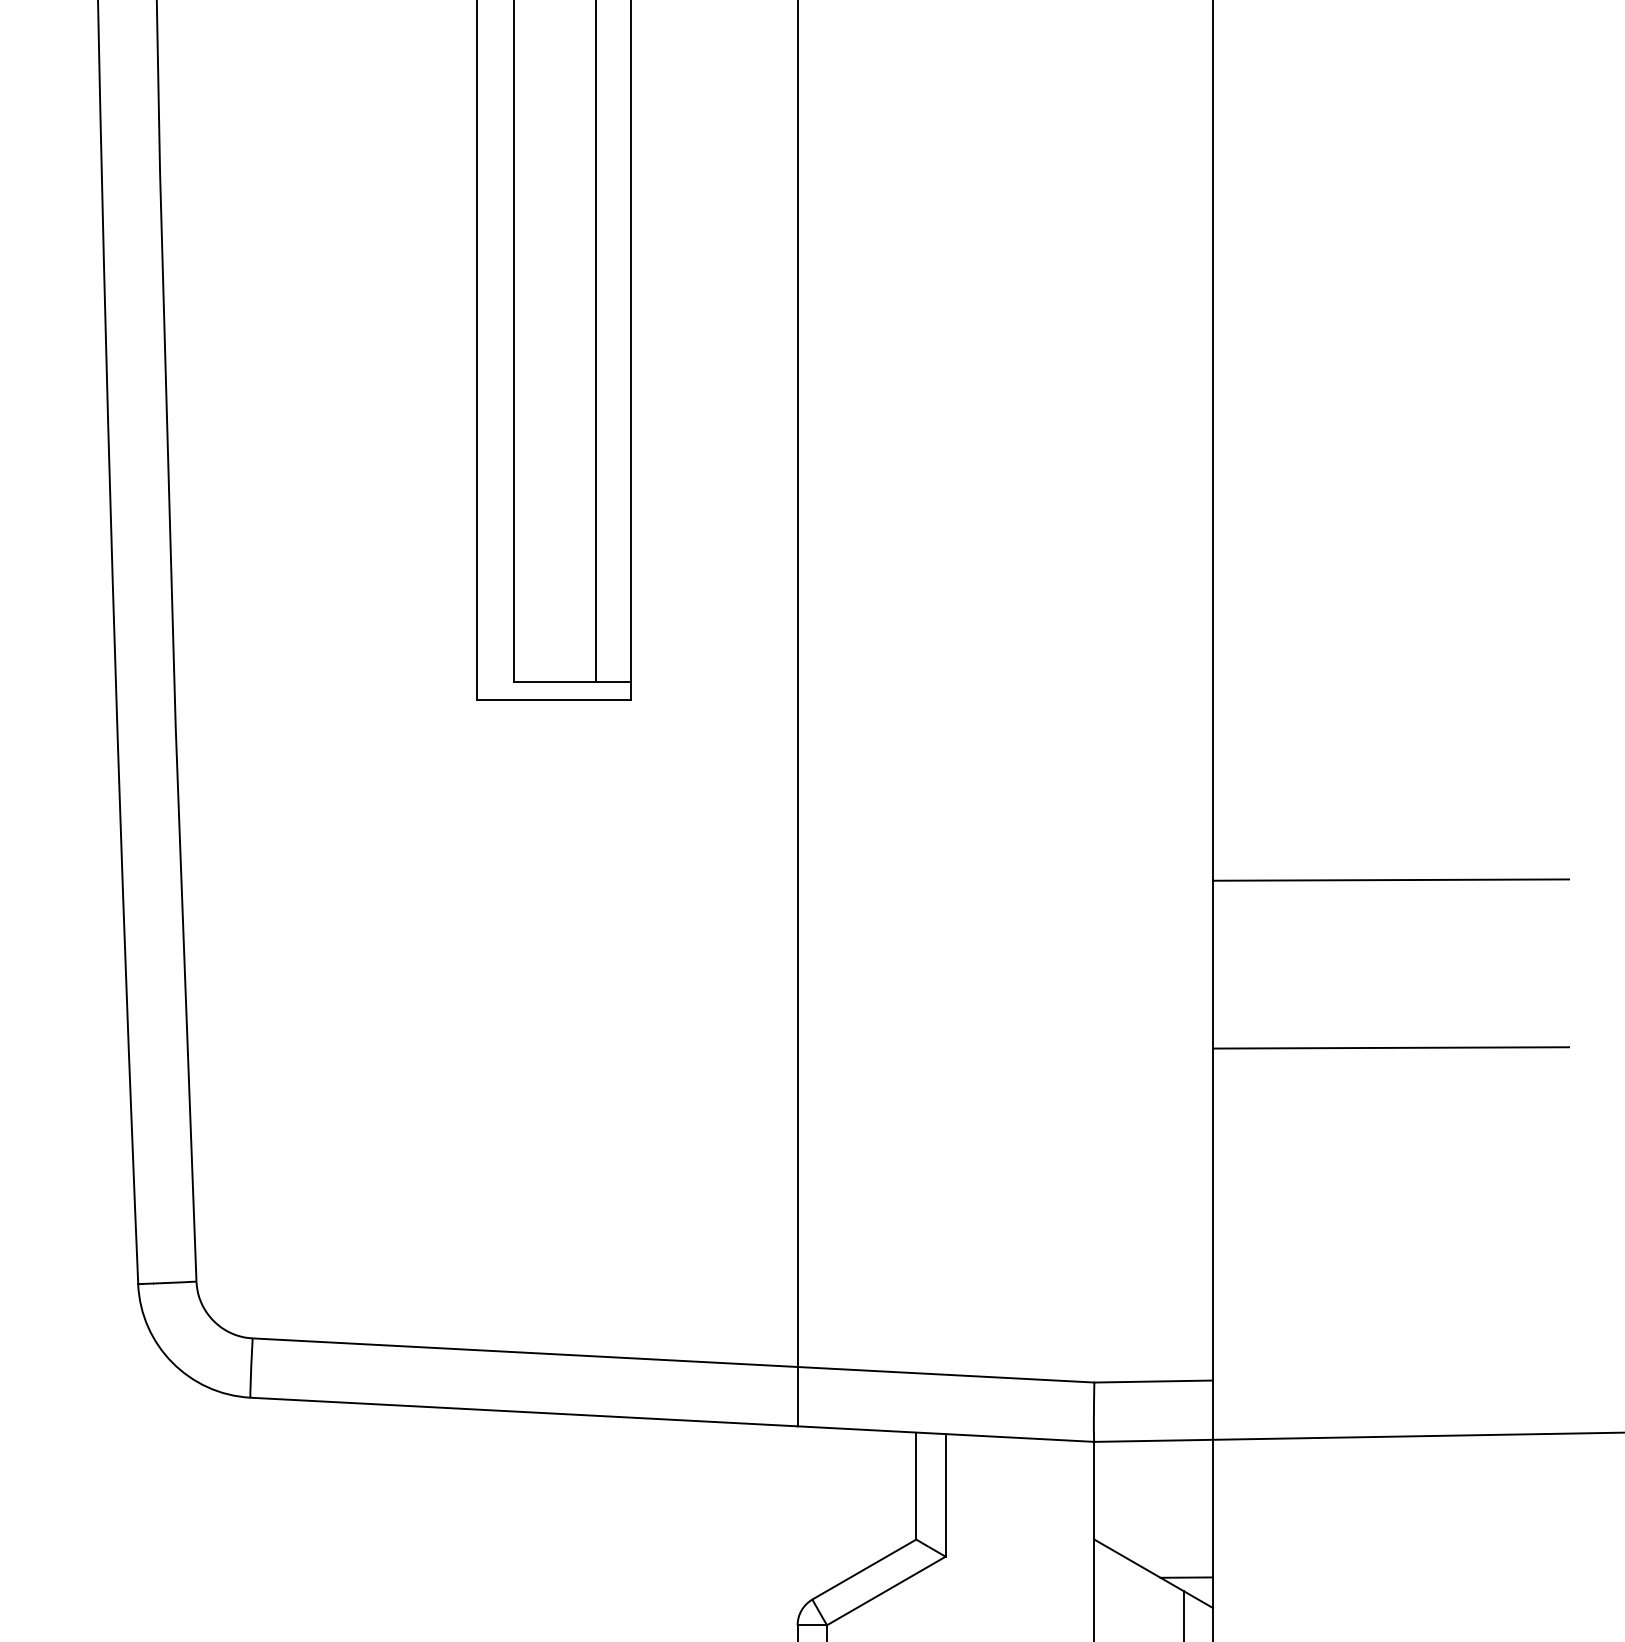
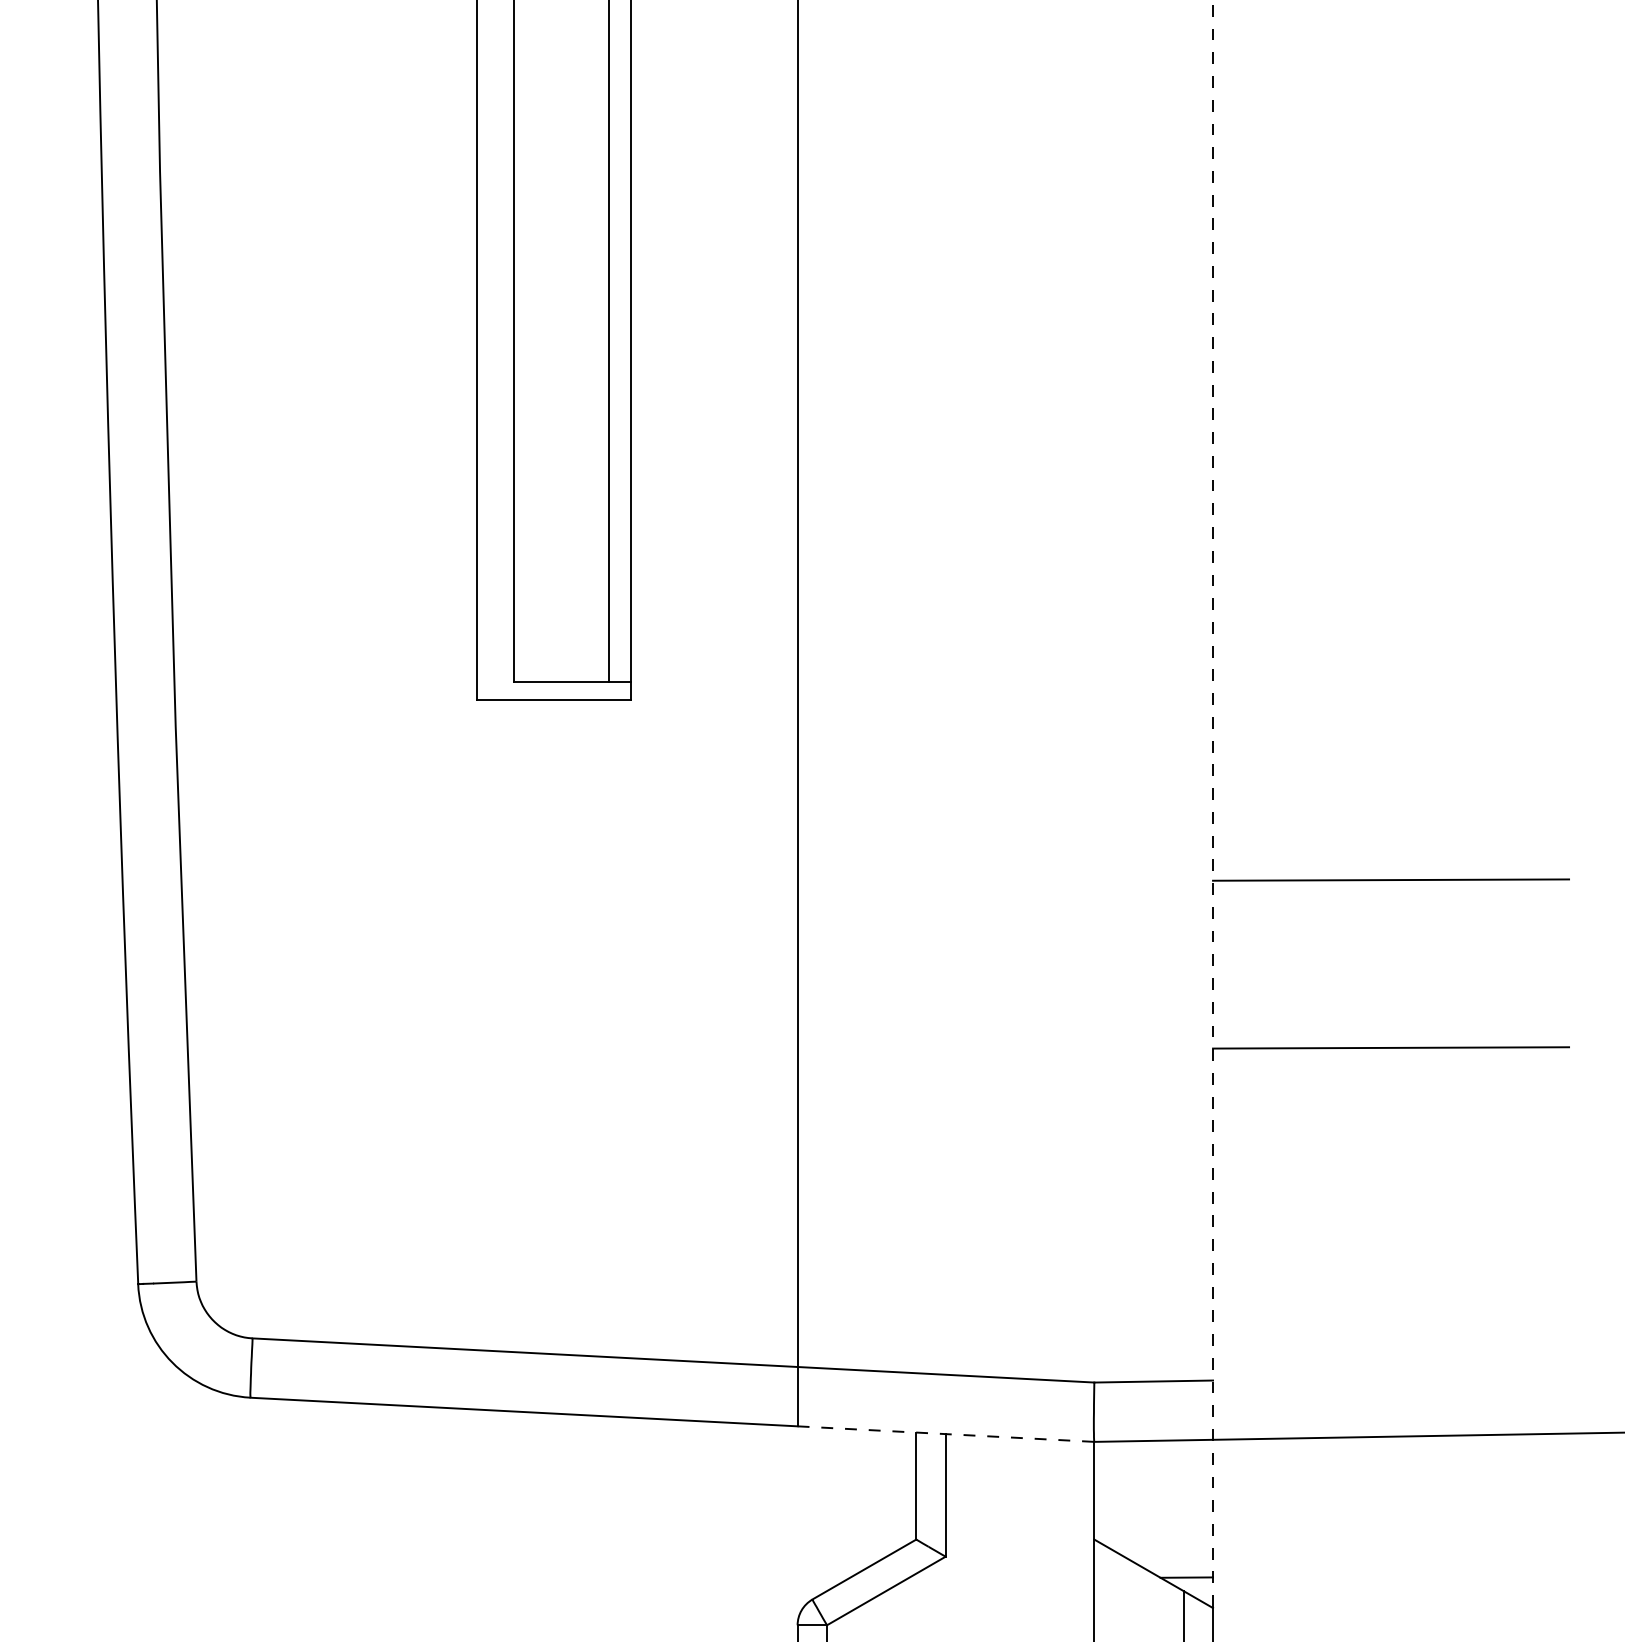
line at (595, 342) position: (595, 342) -> (608, 342)
line at (1213, 803): solid -> dashed
line at (945, 1434): solid -> dashed
